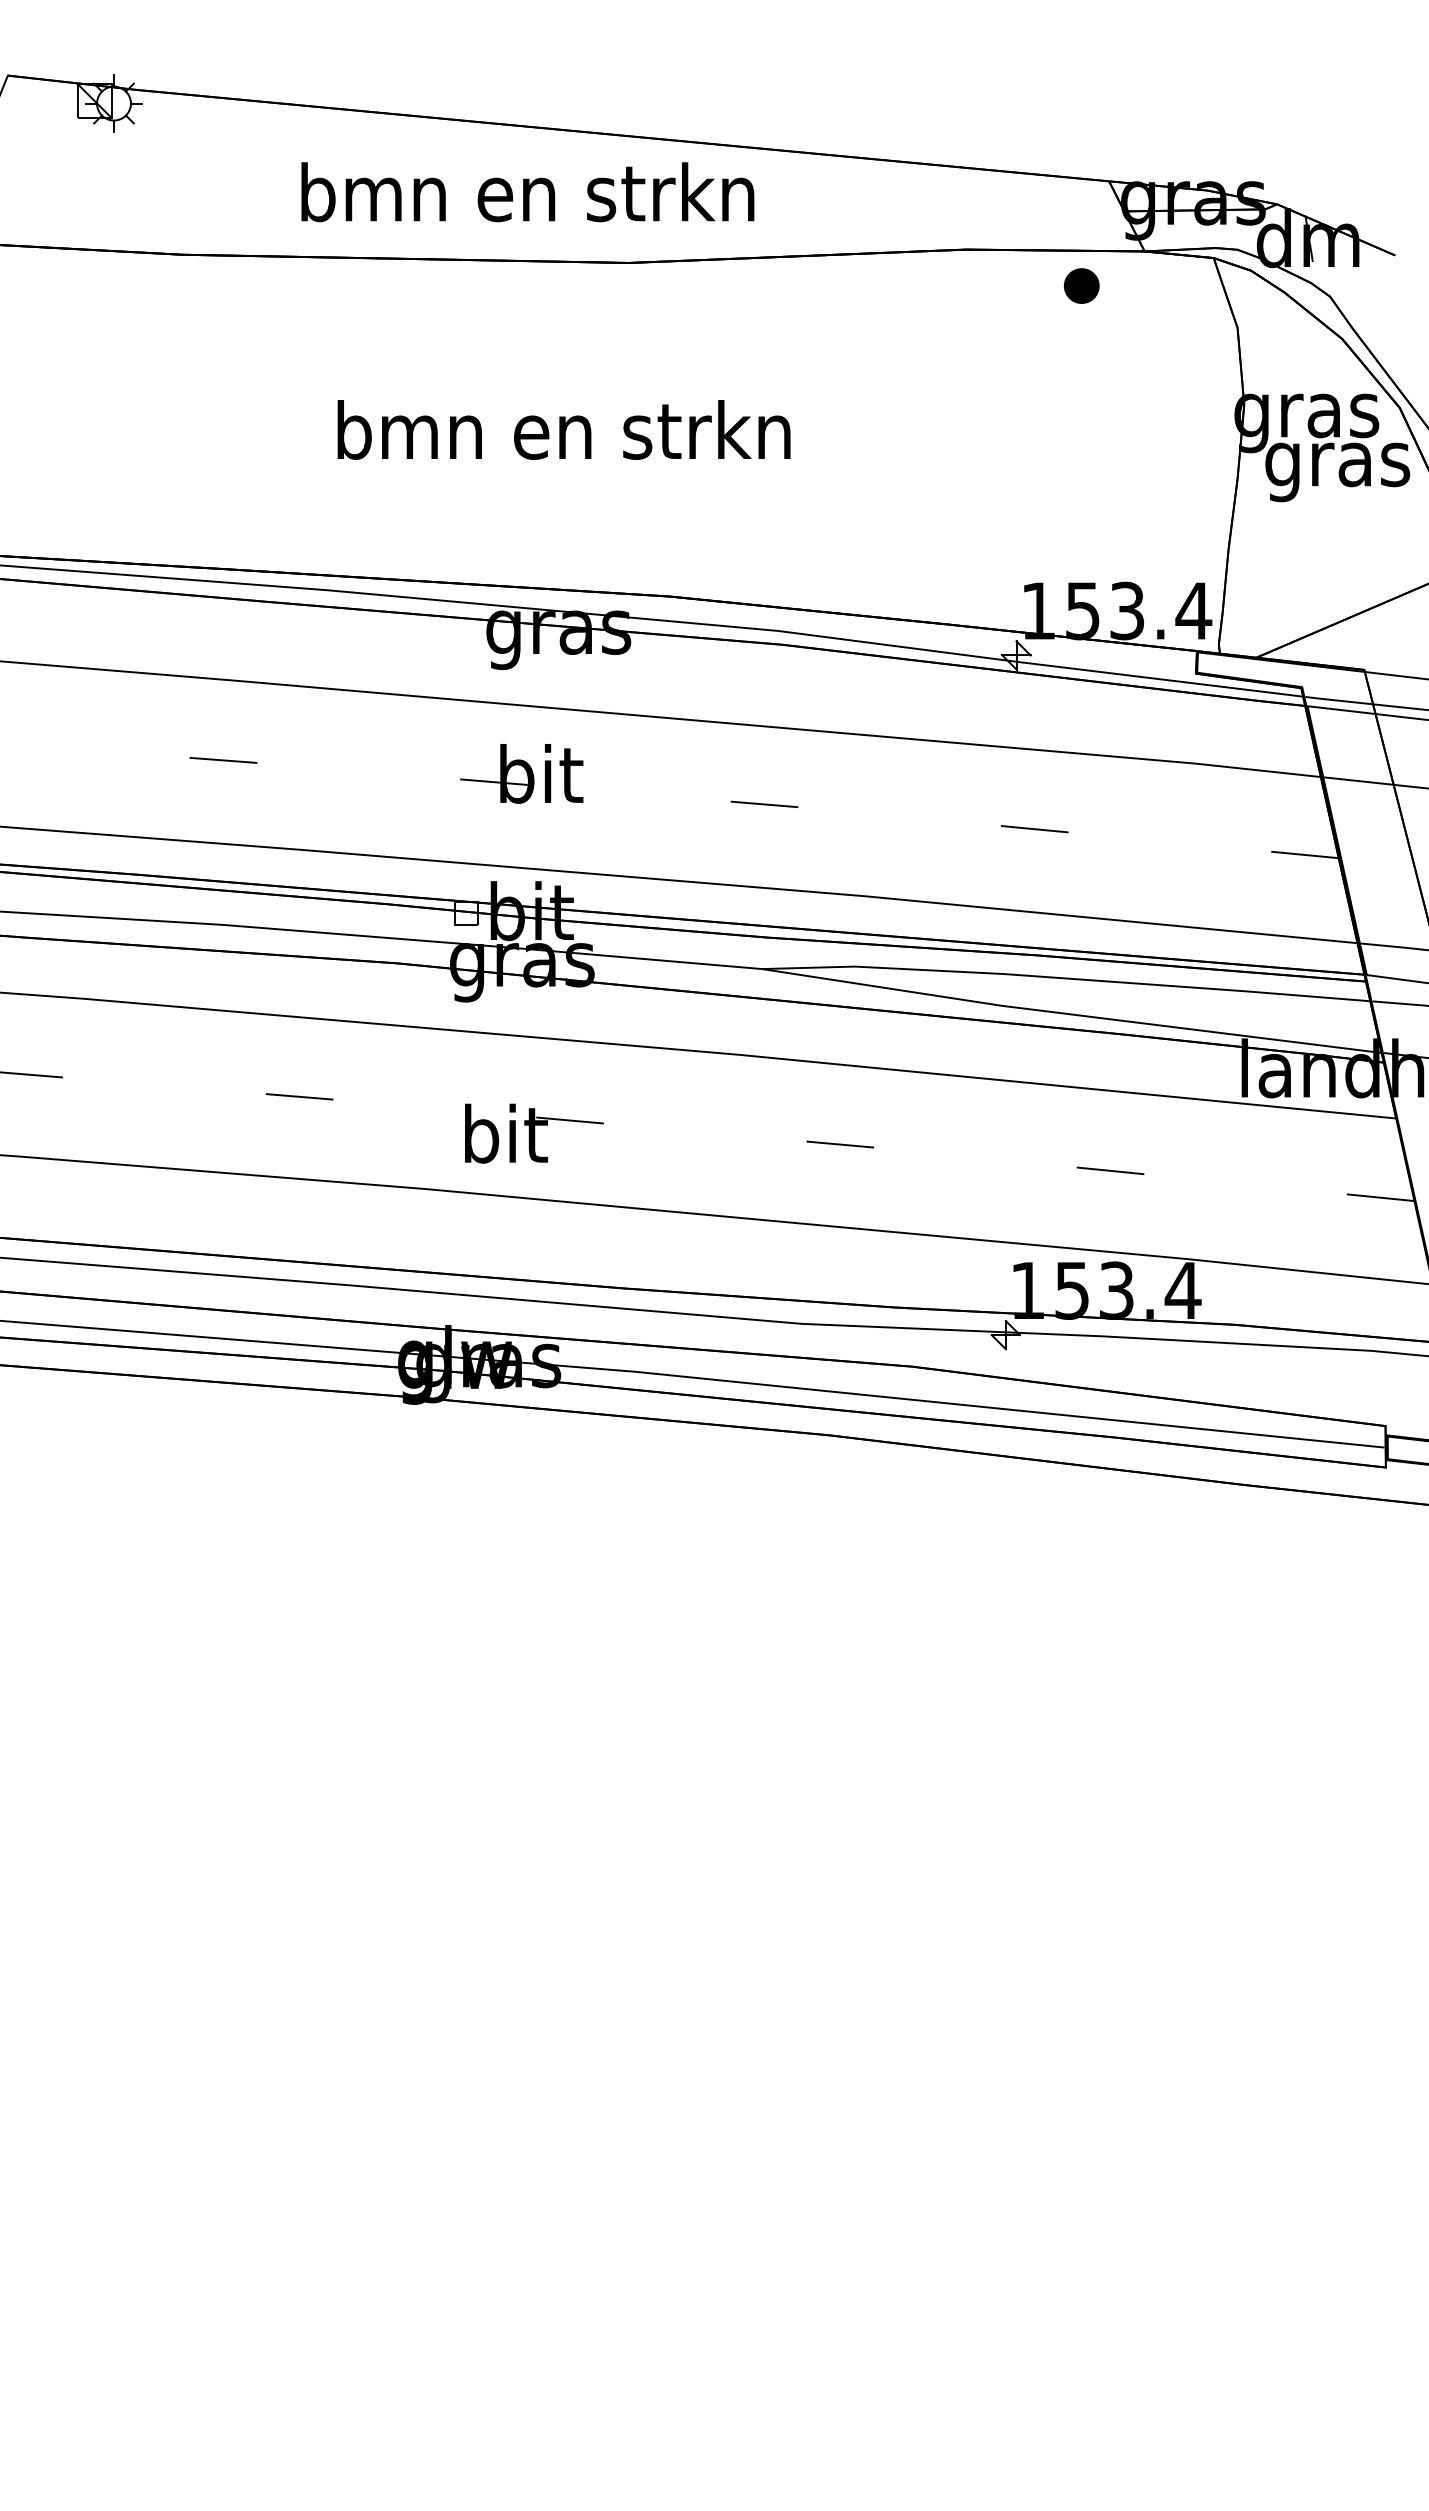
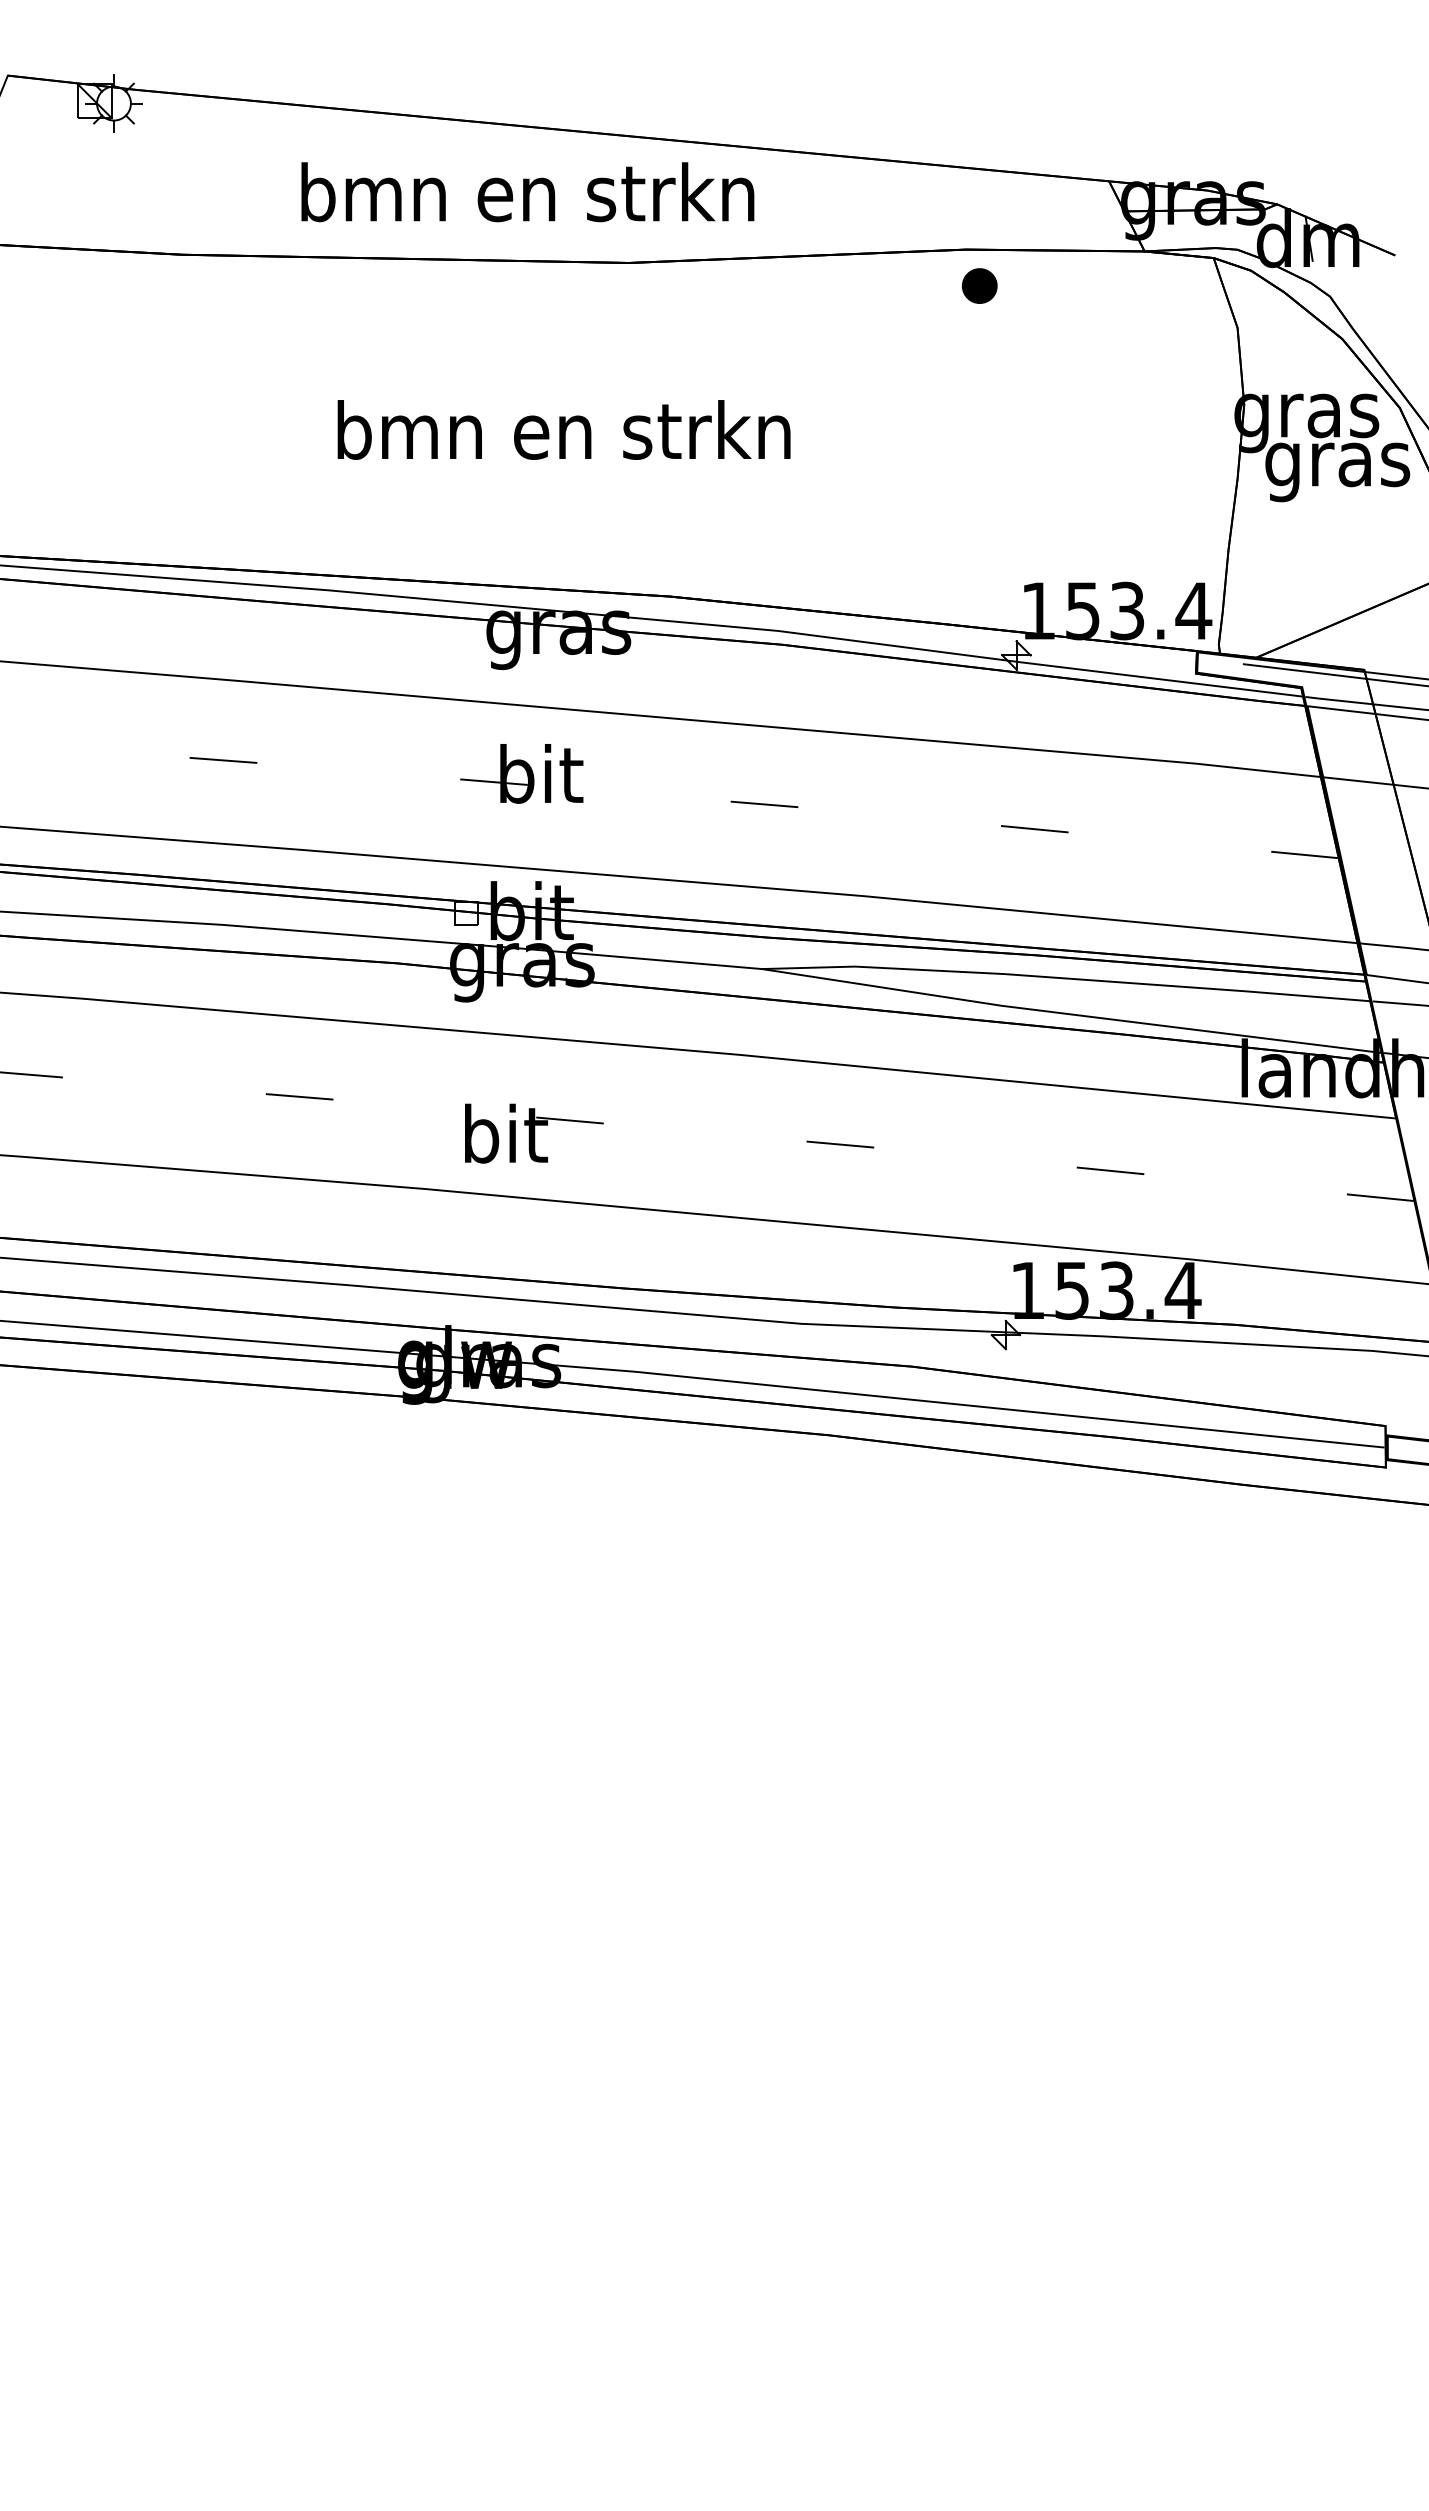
part at (1081, 285) position: (1081, 285) -> (979, 285)
line at (1334, 674): none -> present
